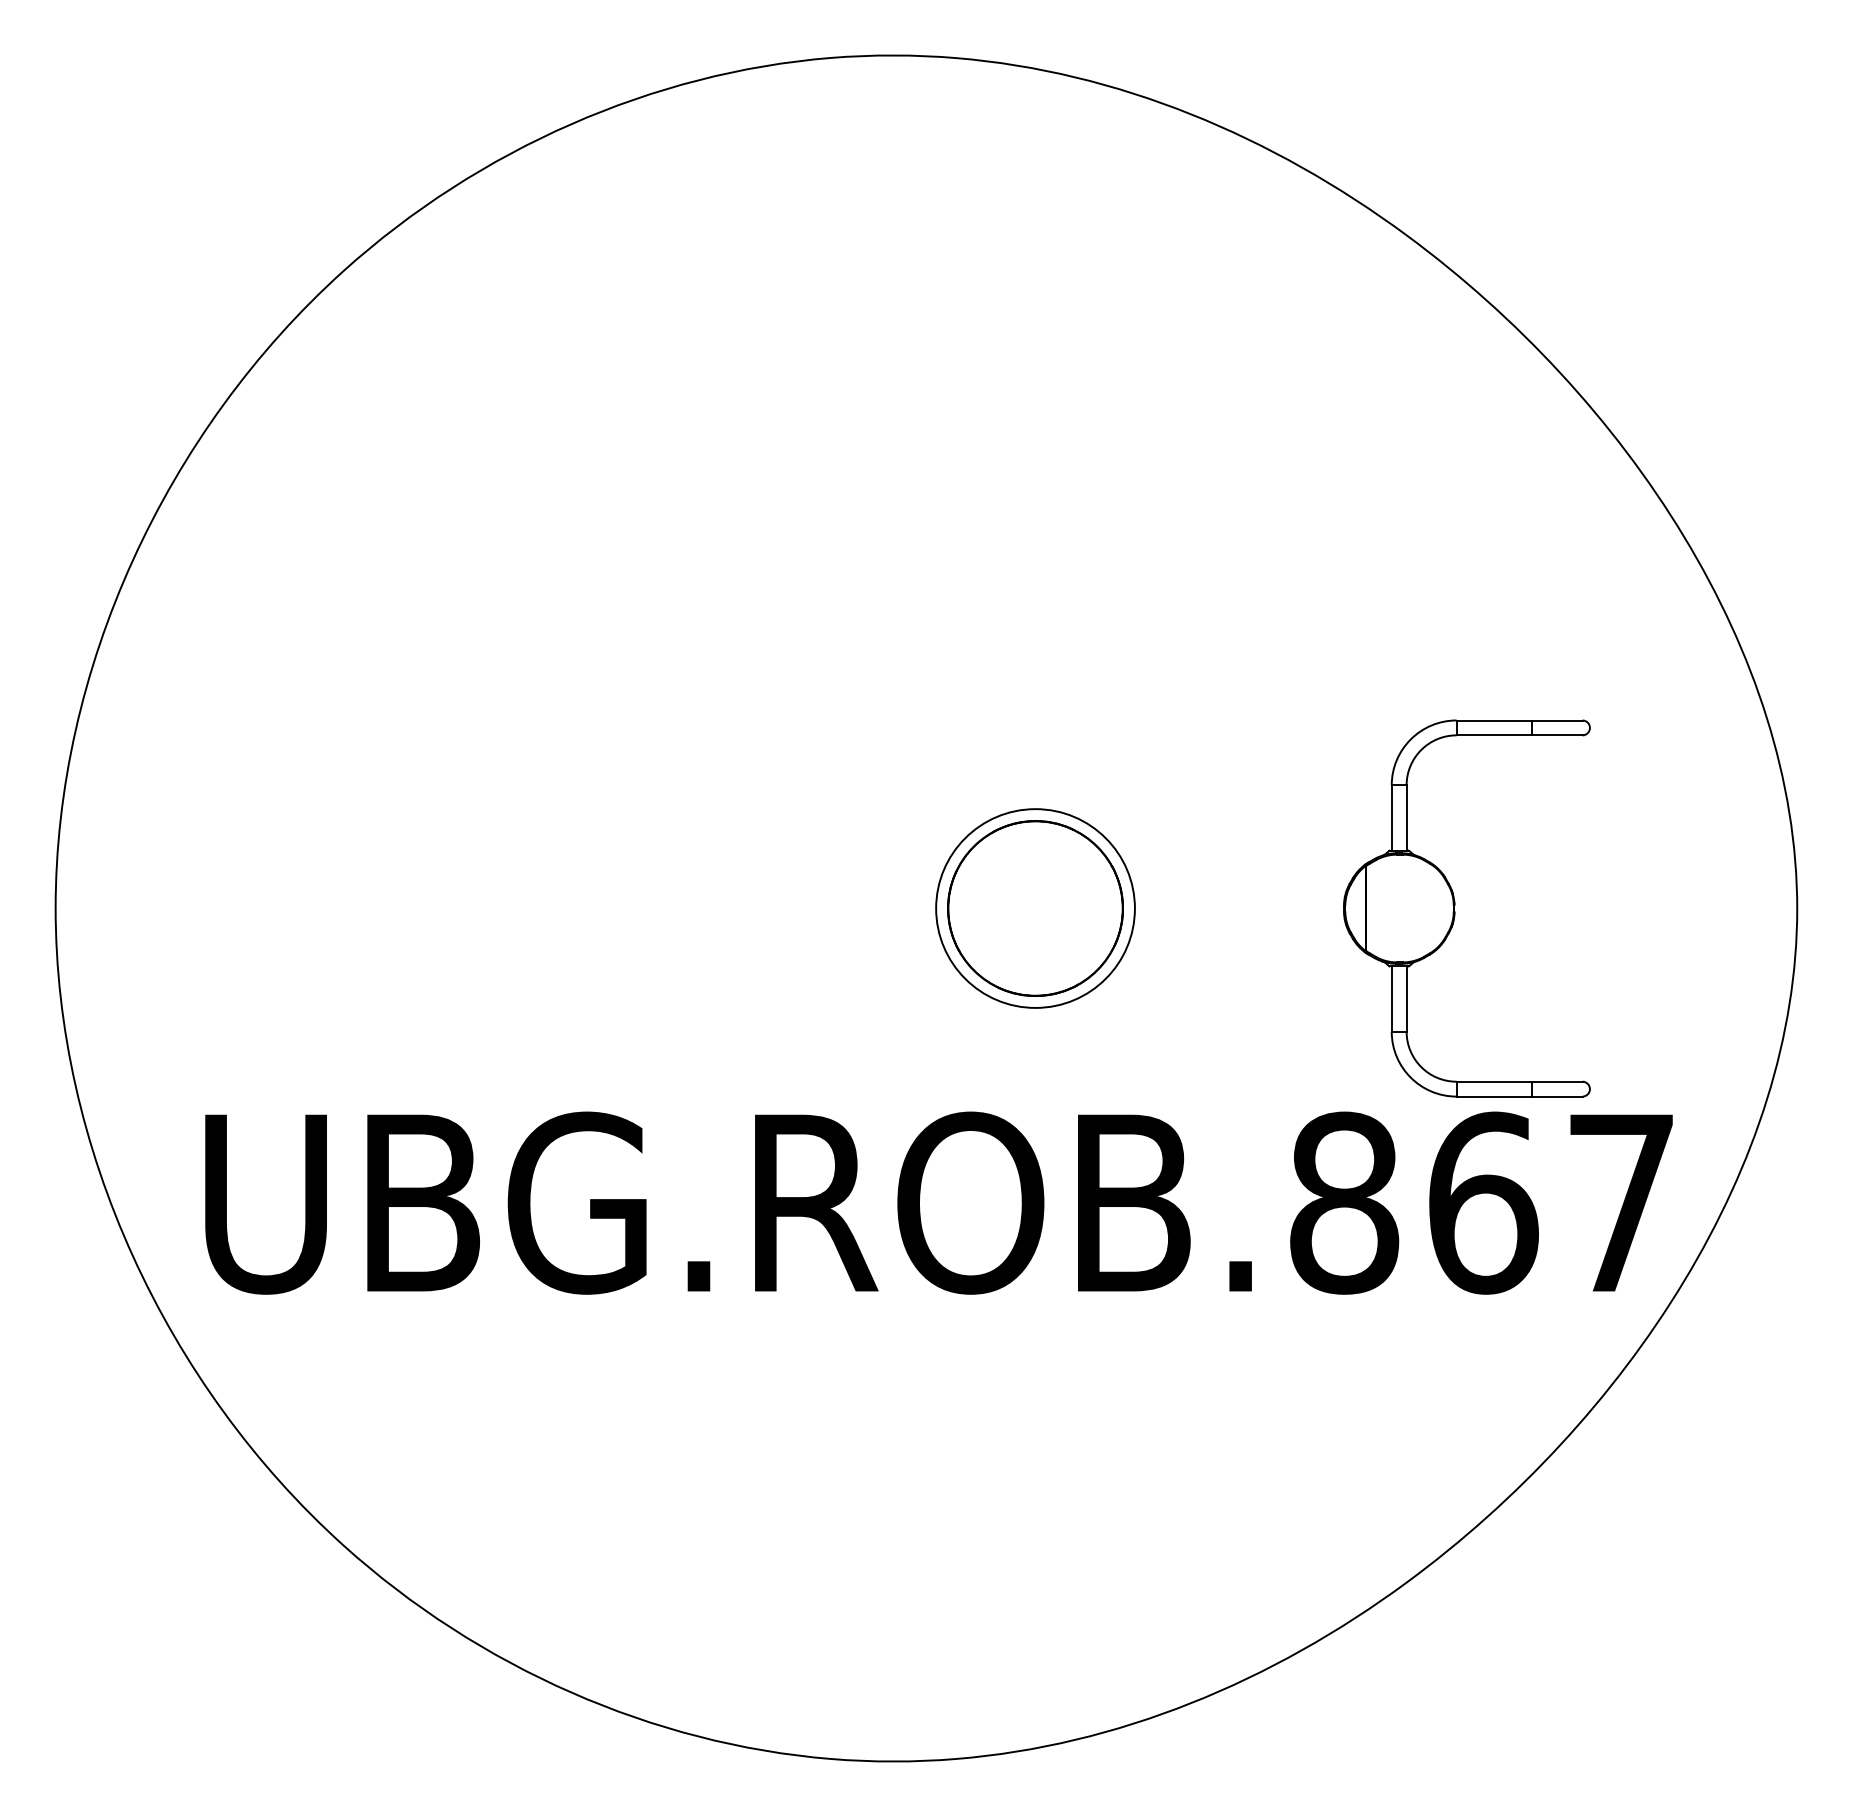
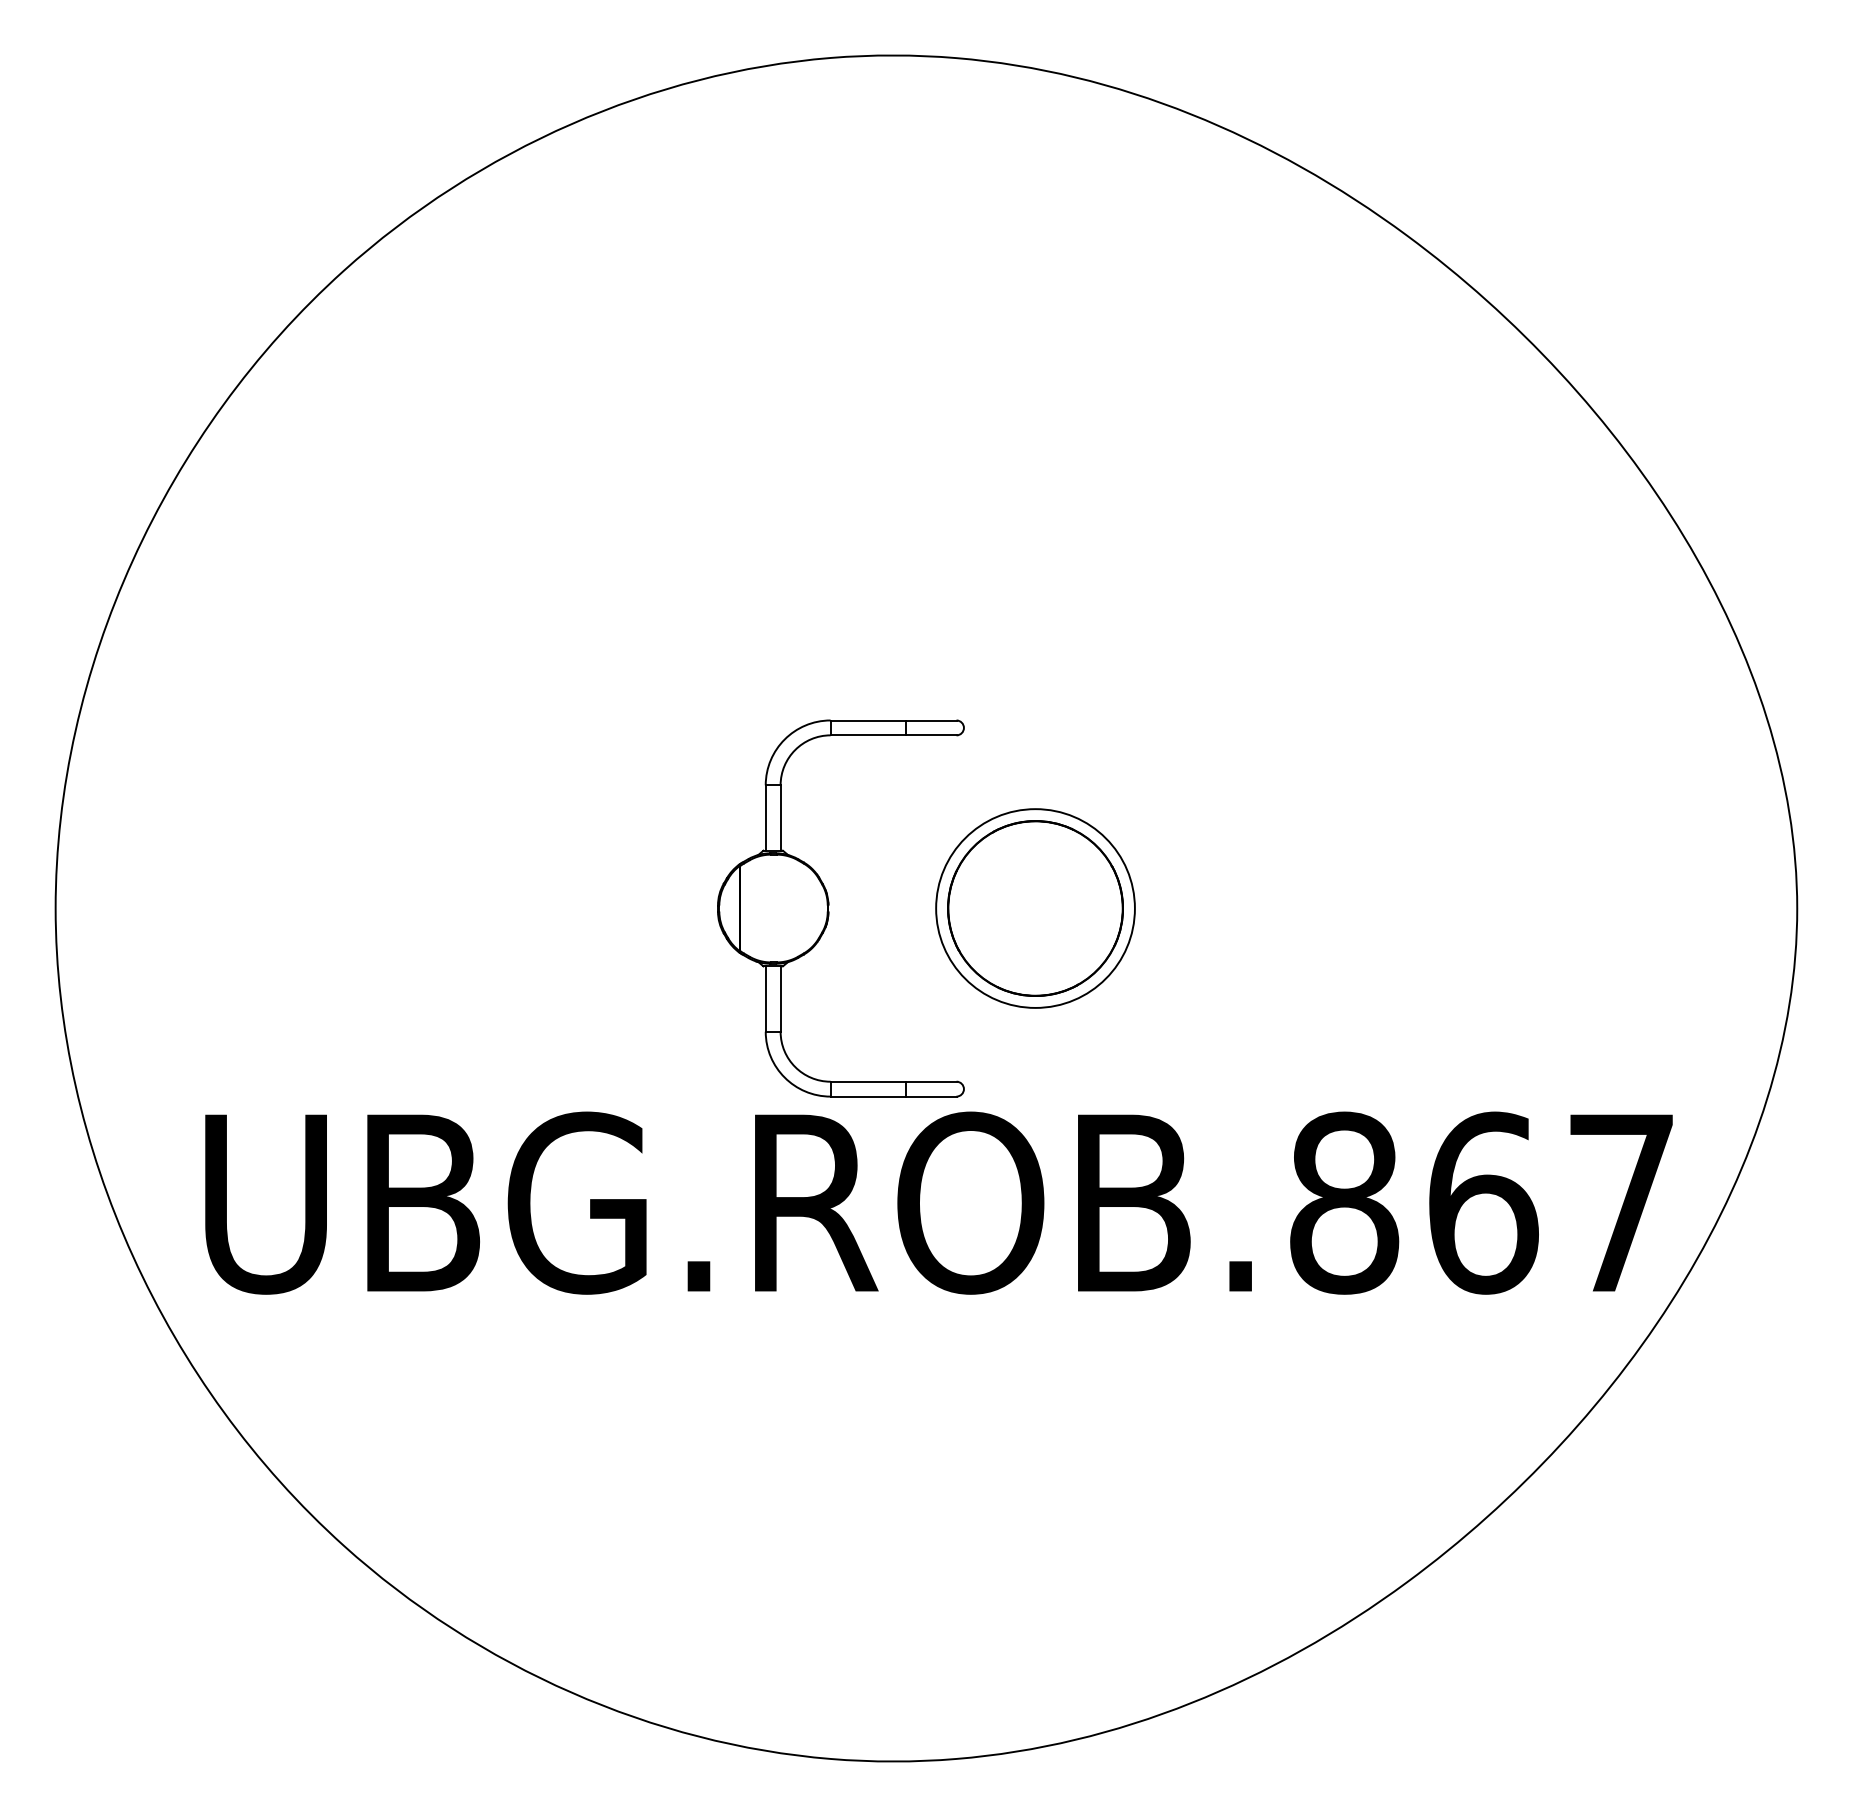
part at (1455, 905) position: (1455, 905) -> (829, 905)
